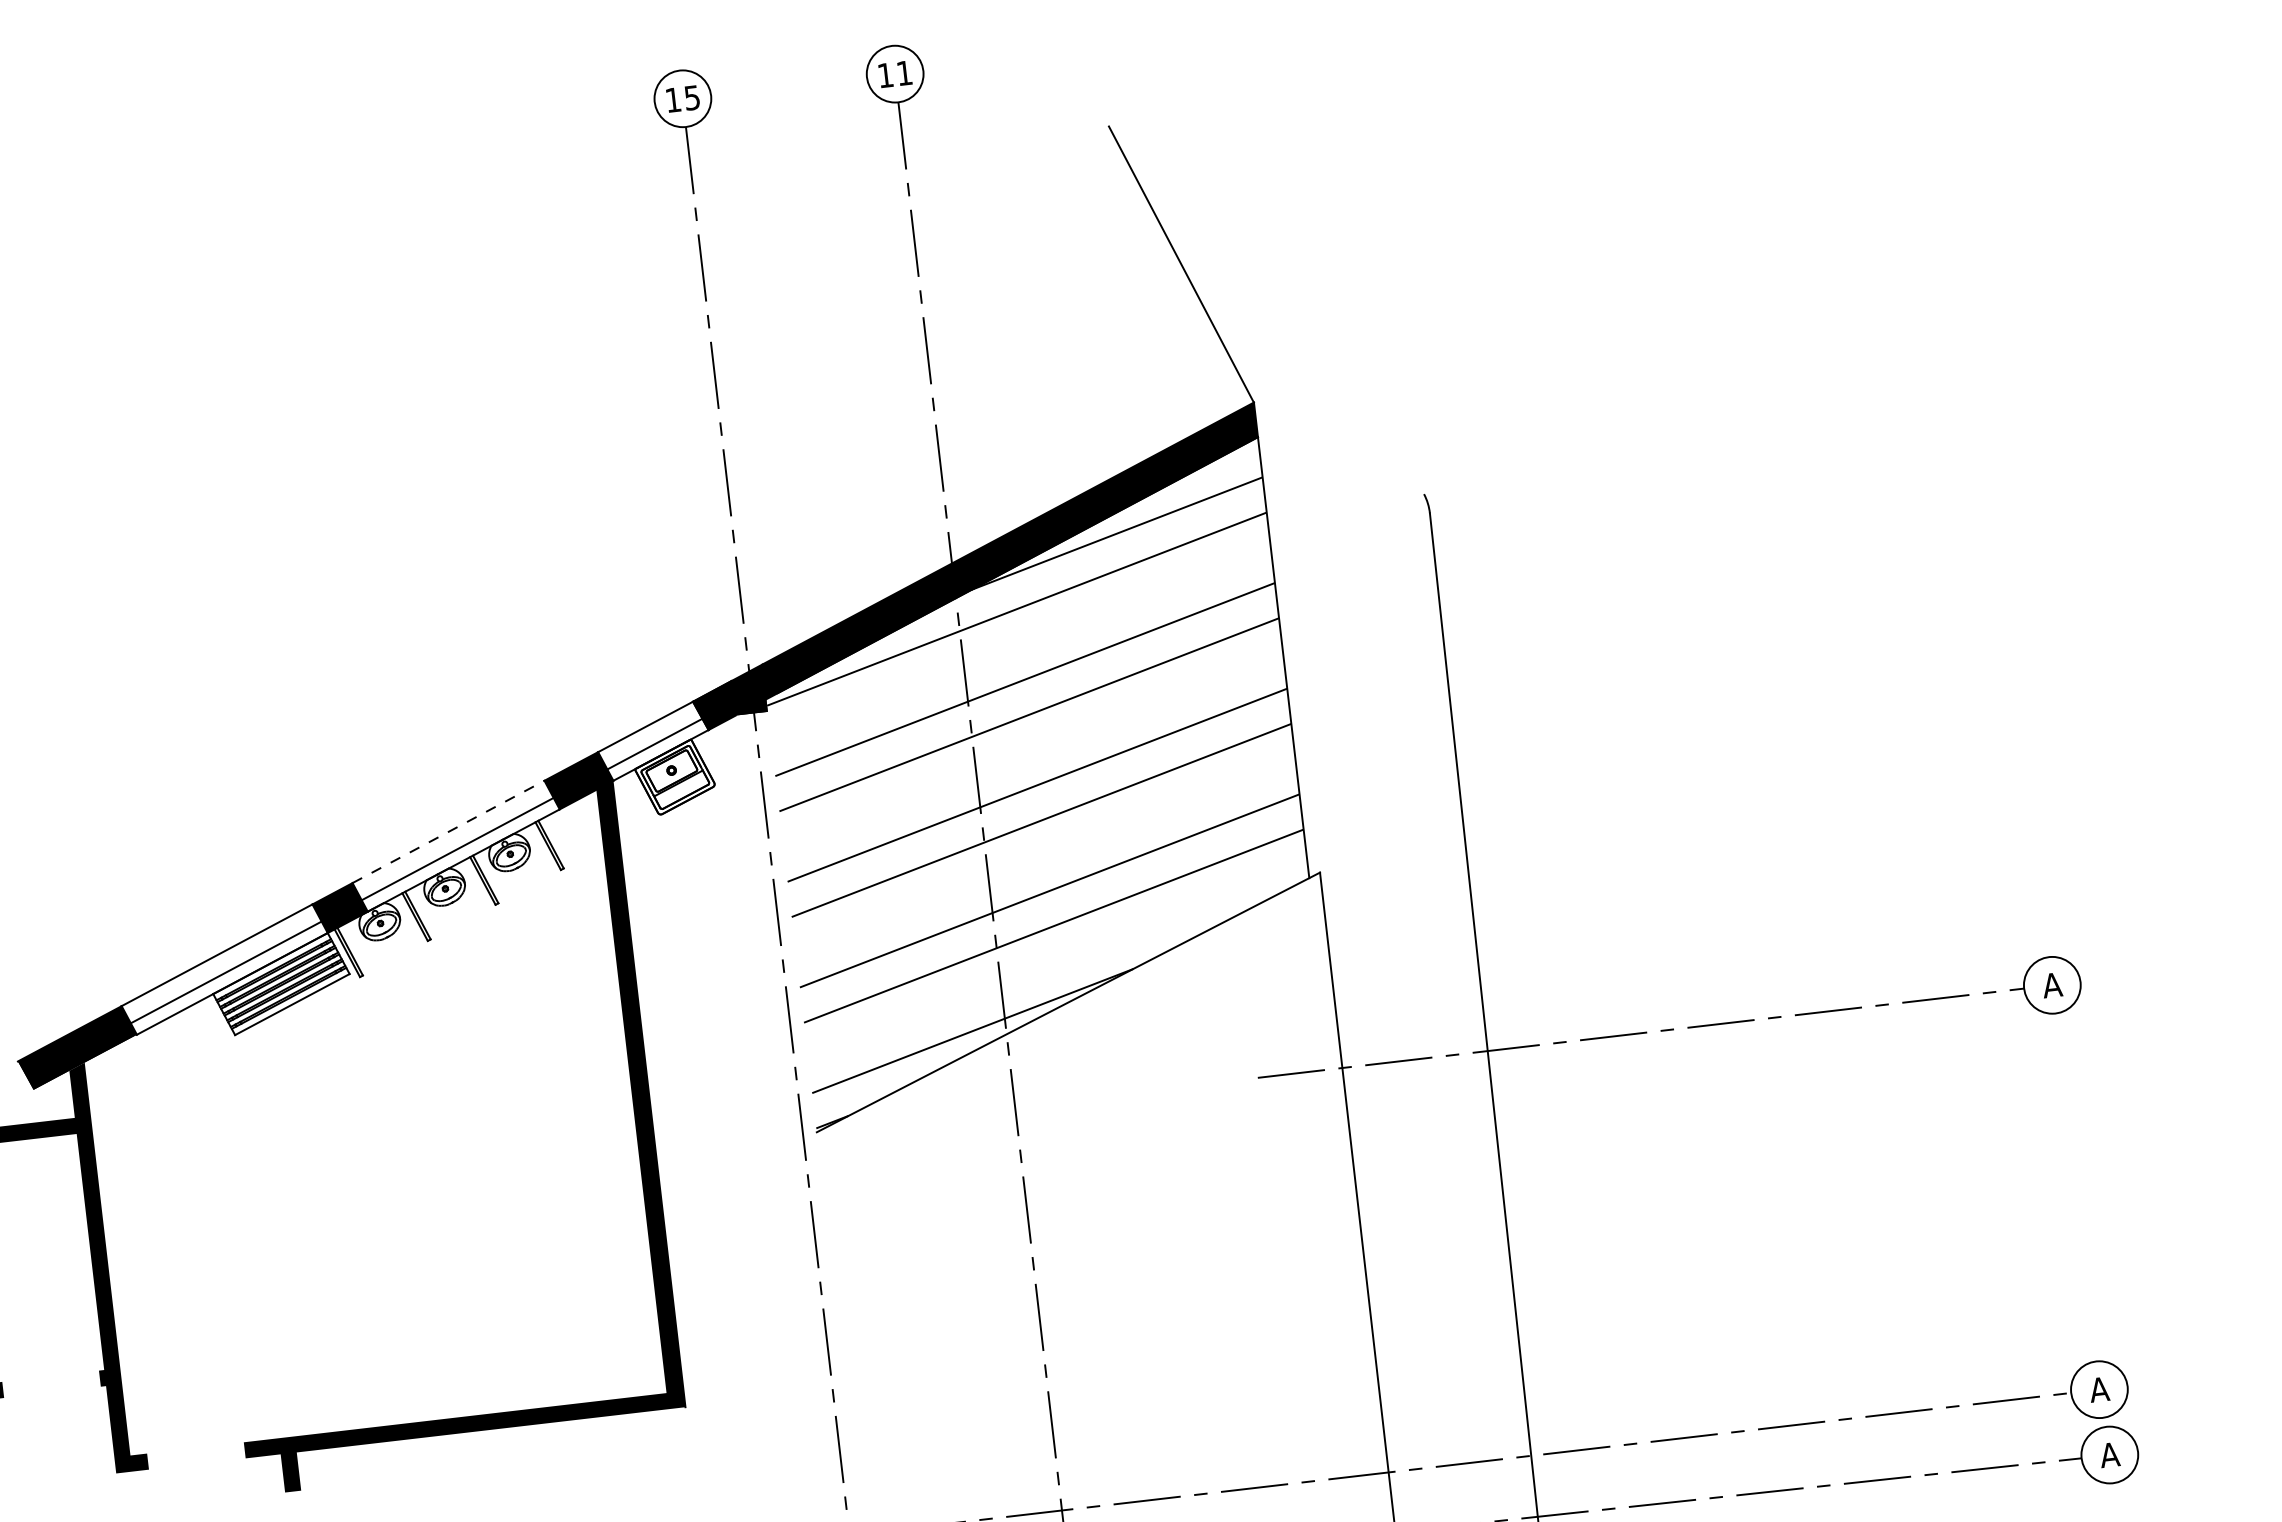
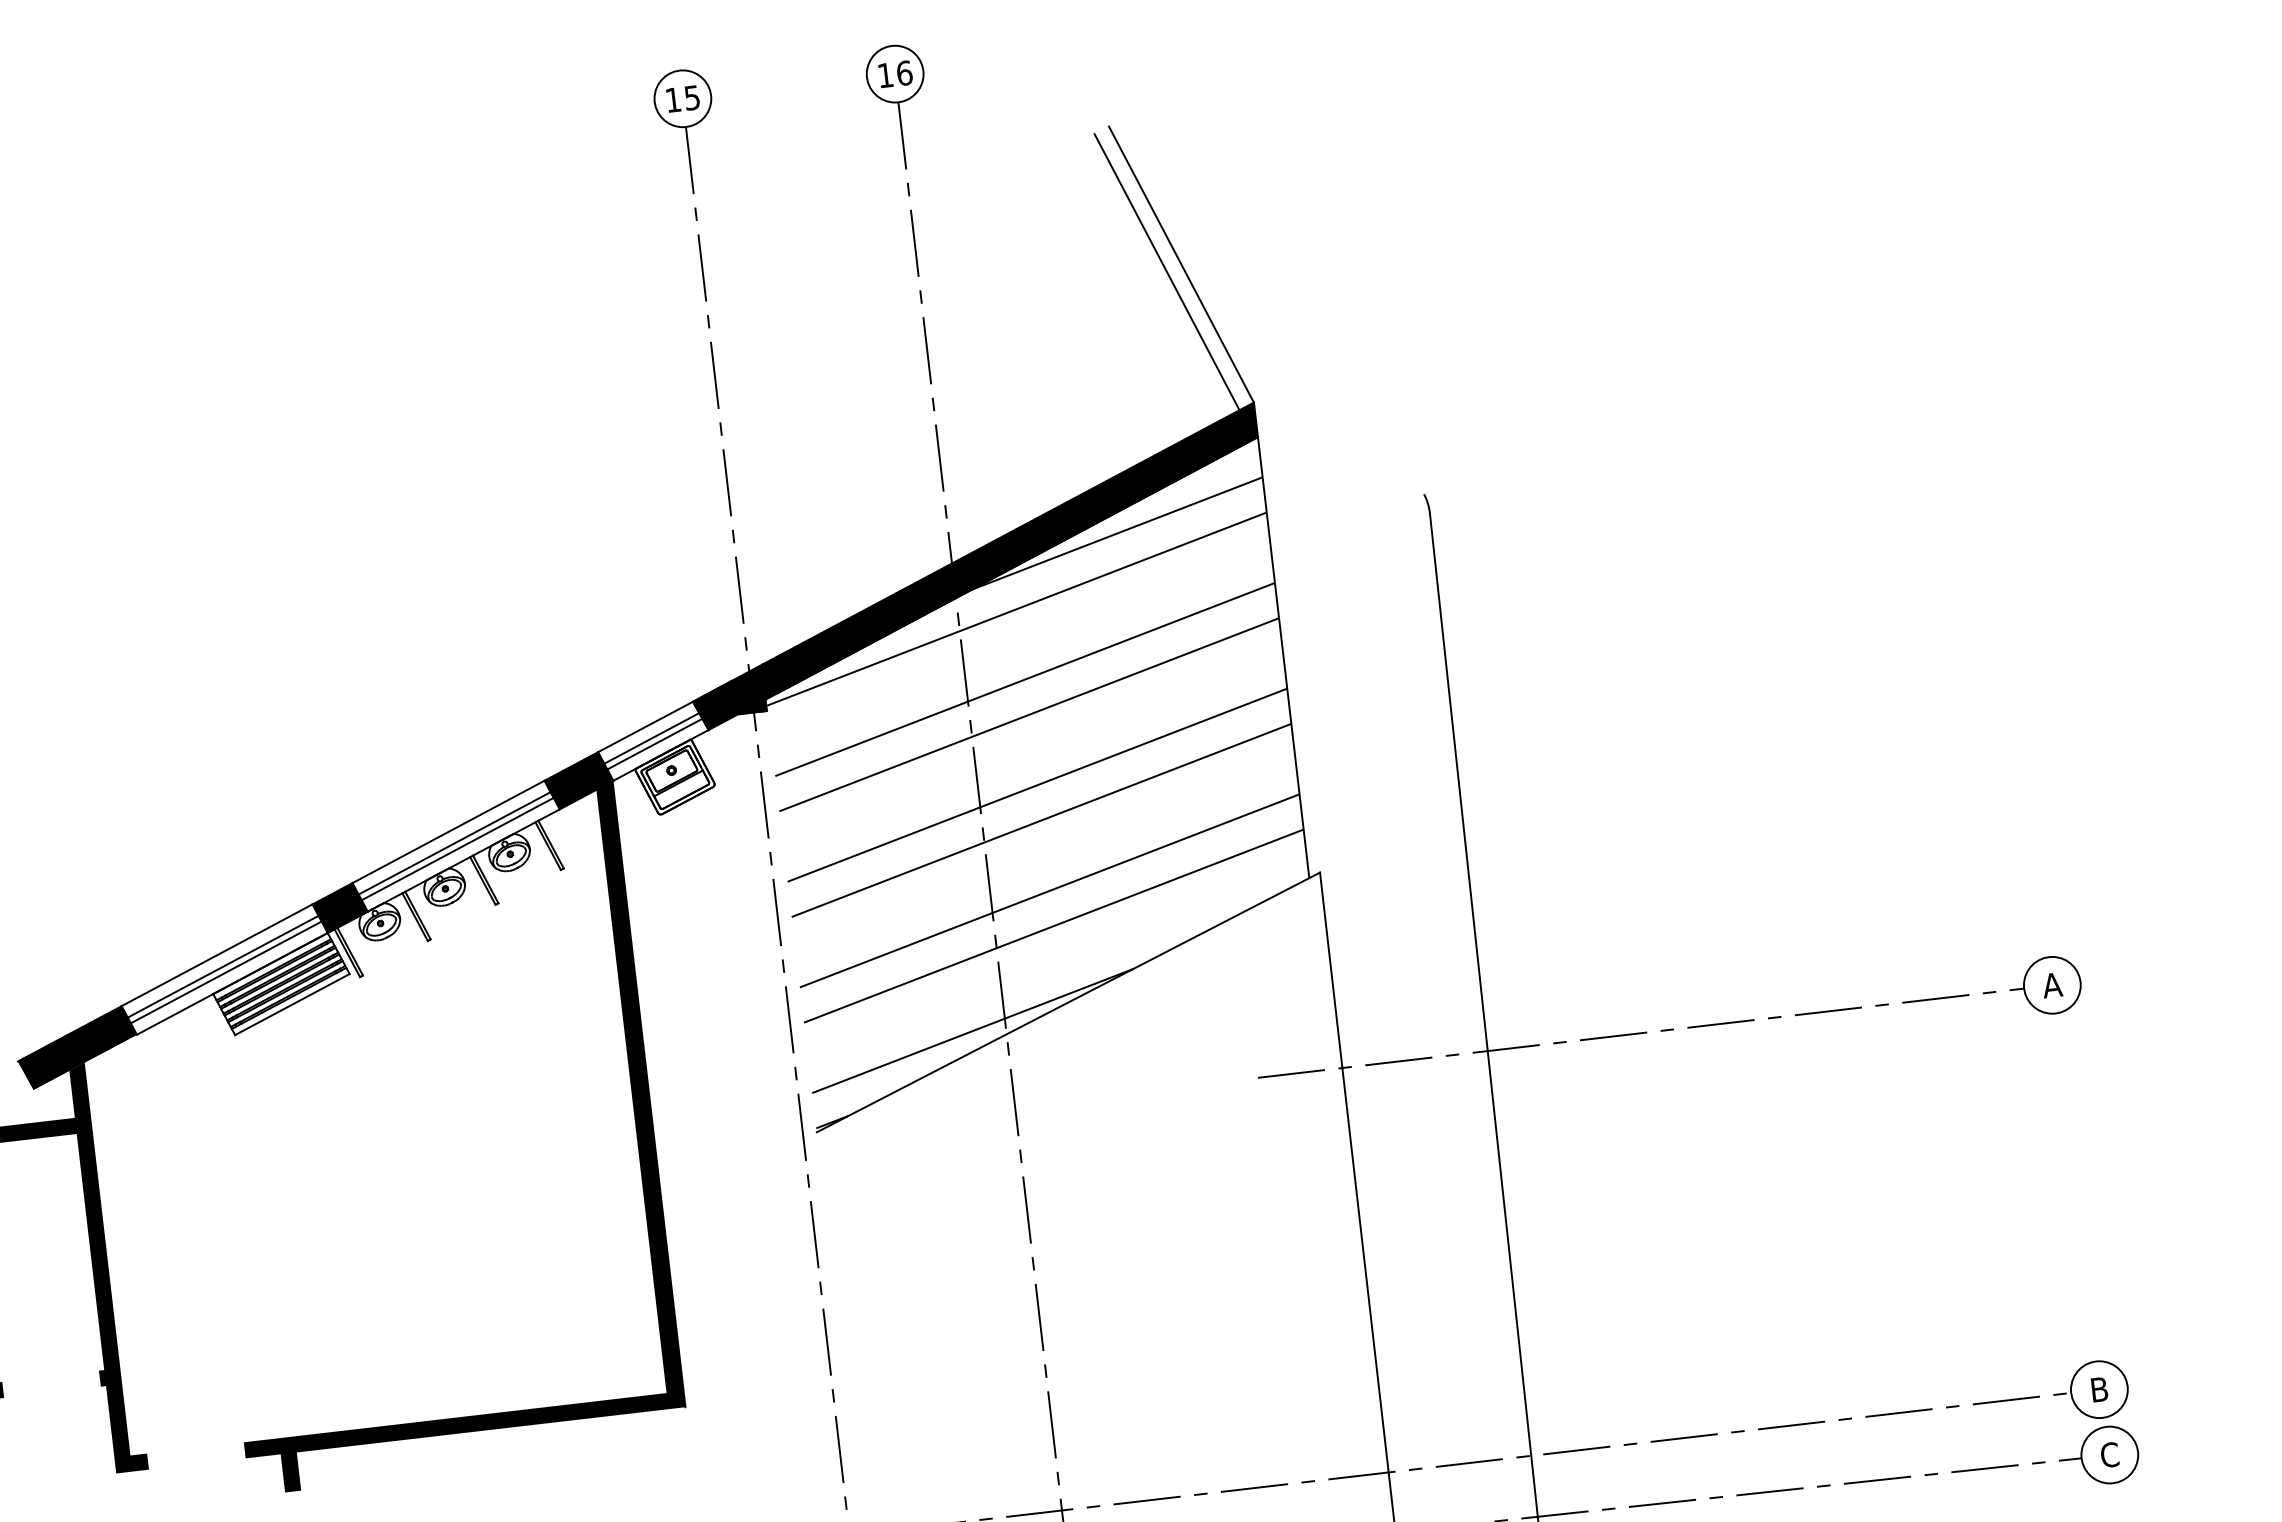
text at (904, 72): 11 -> 16
line at (1166, 272): none -> present
line at (651, 738): none -> present
line at (448, 832): dashed -> solid
line at (454, 843): none -> present
line at (222, 966): none -> present
text at (2100, 1389): A -> B
text at (2110, 1455): A -> C
